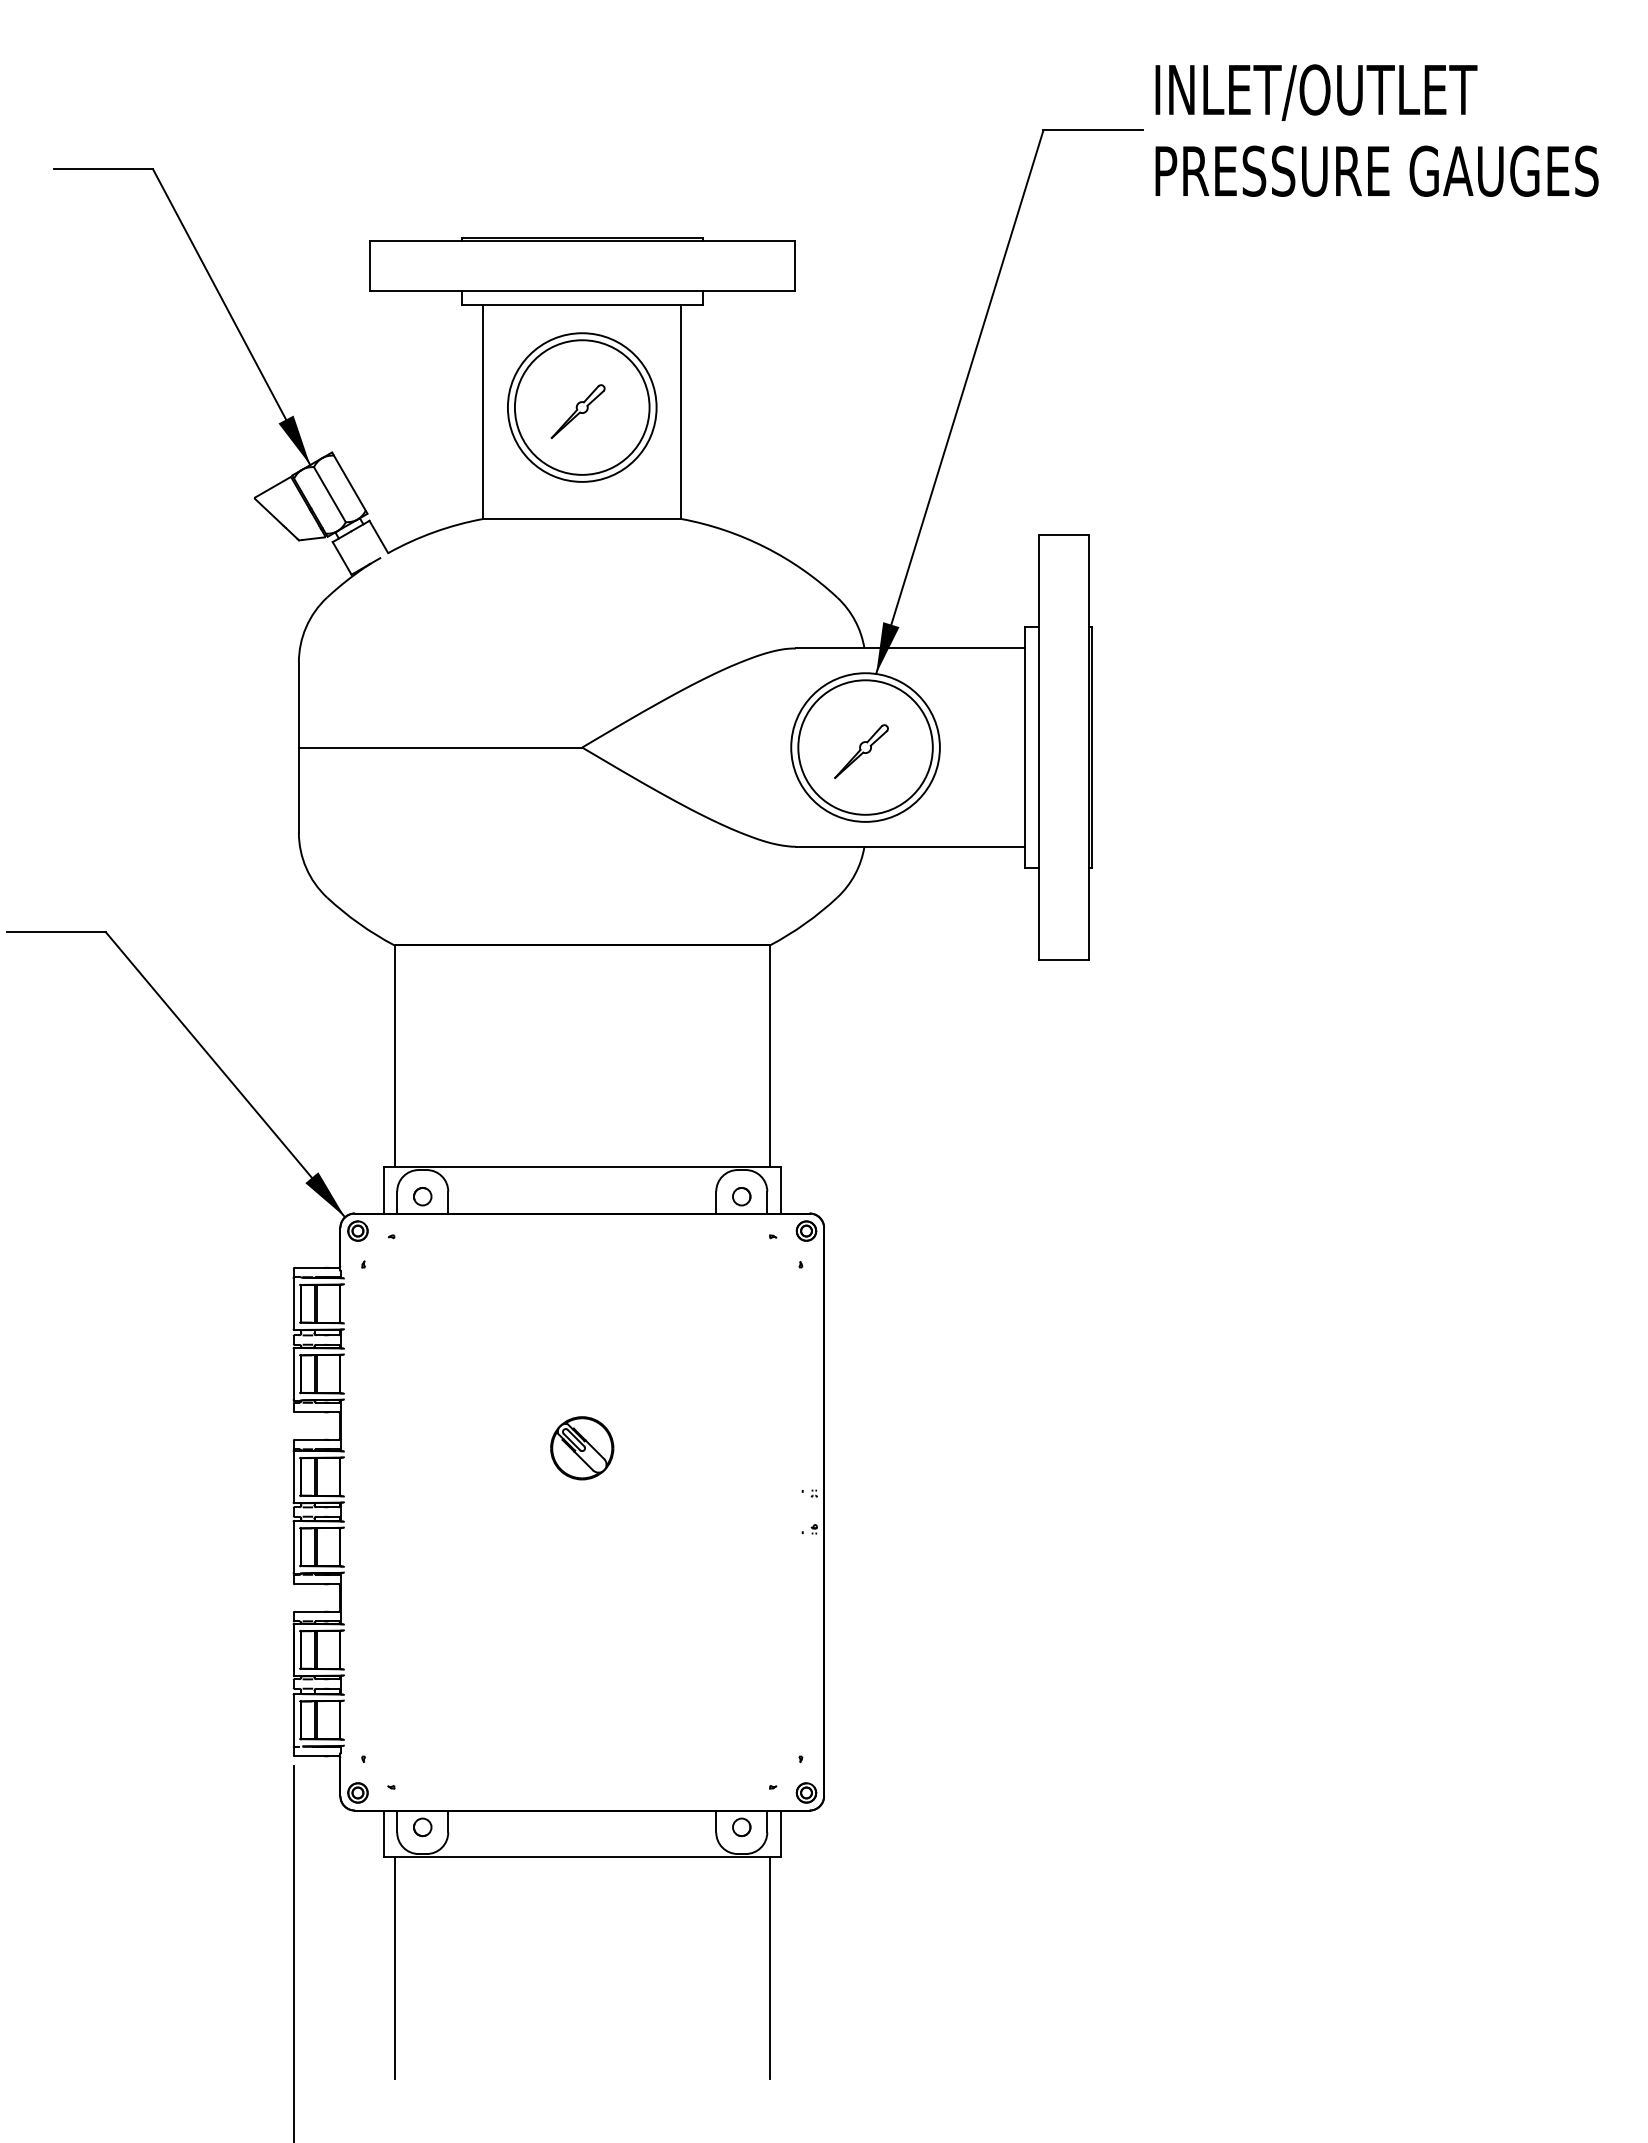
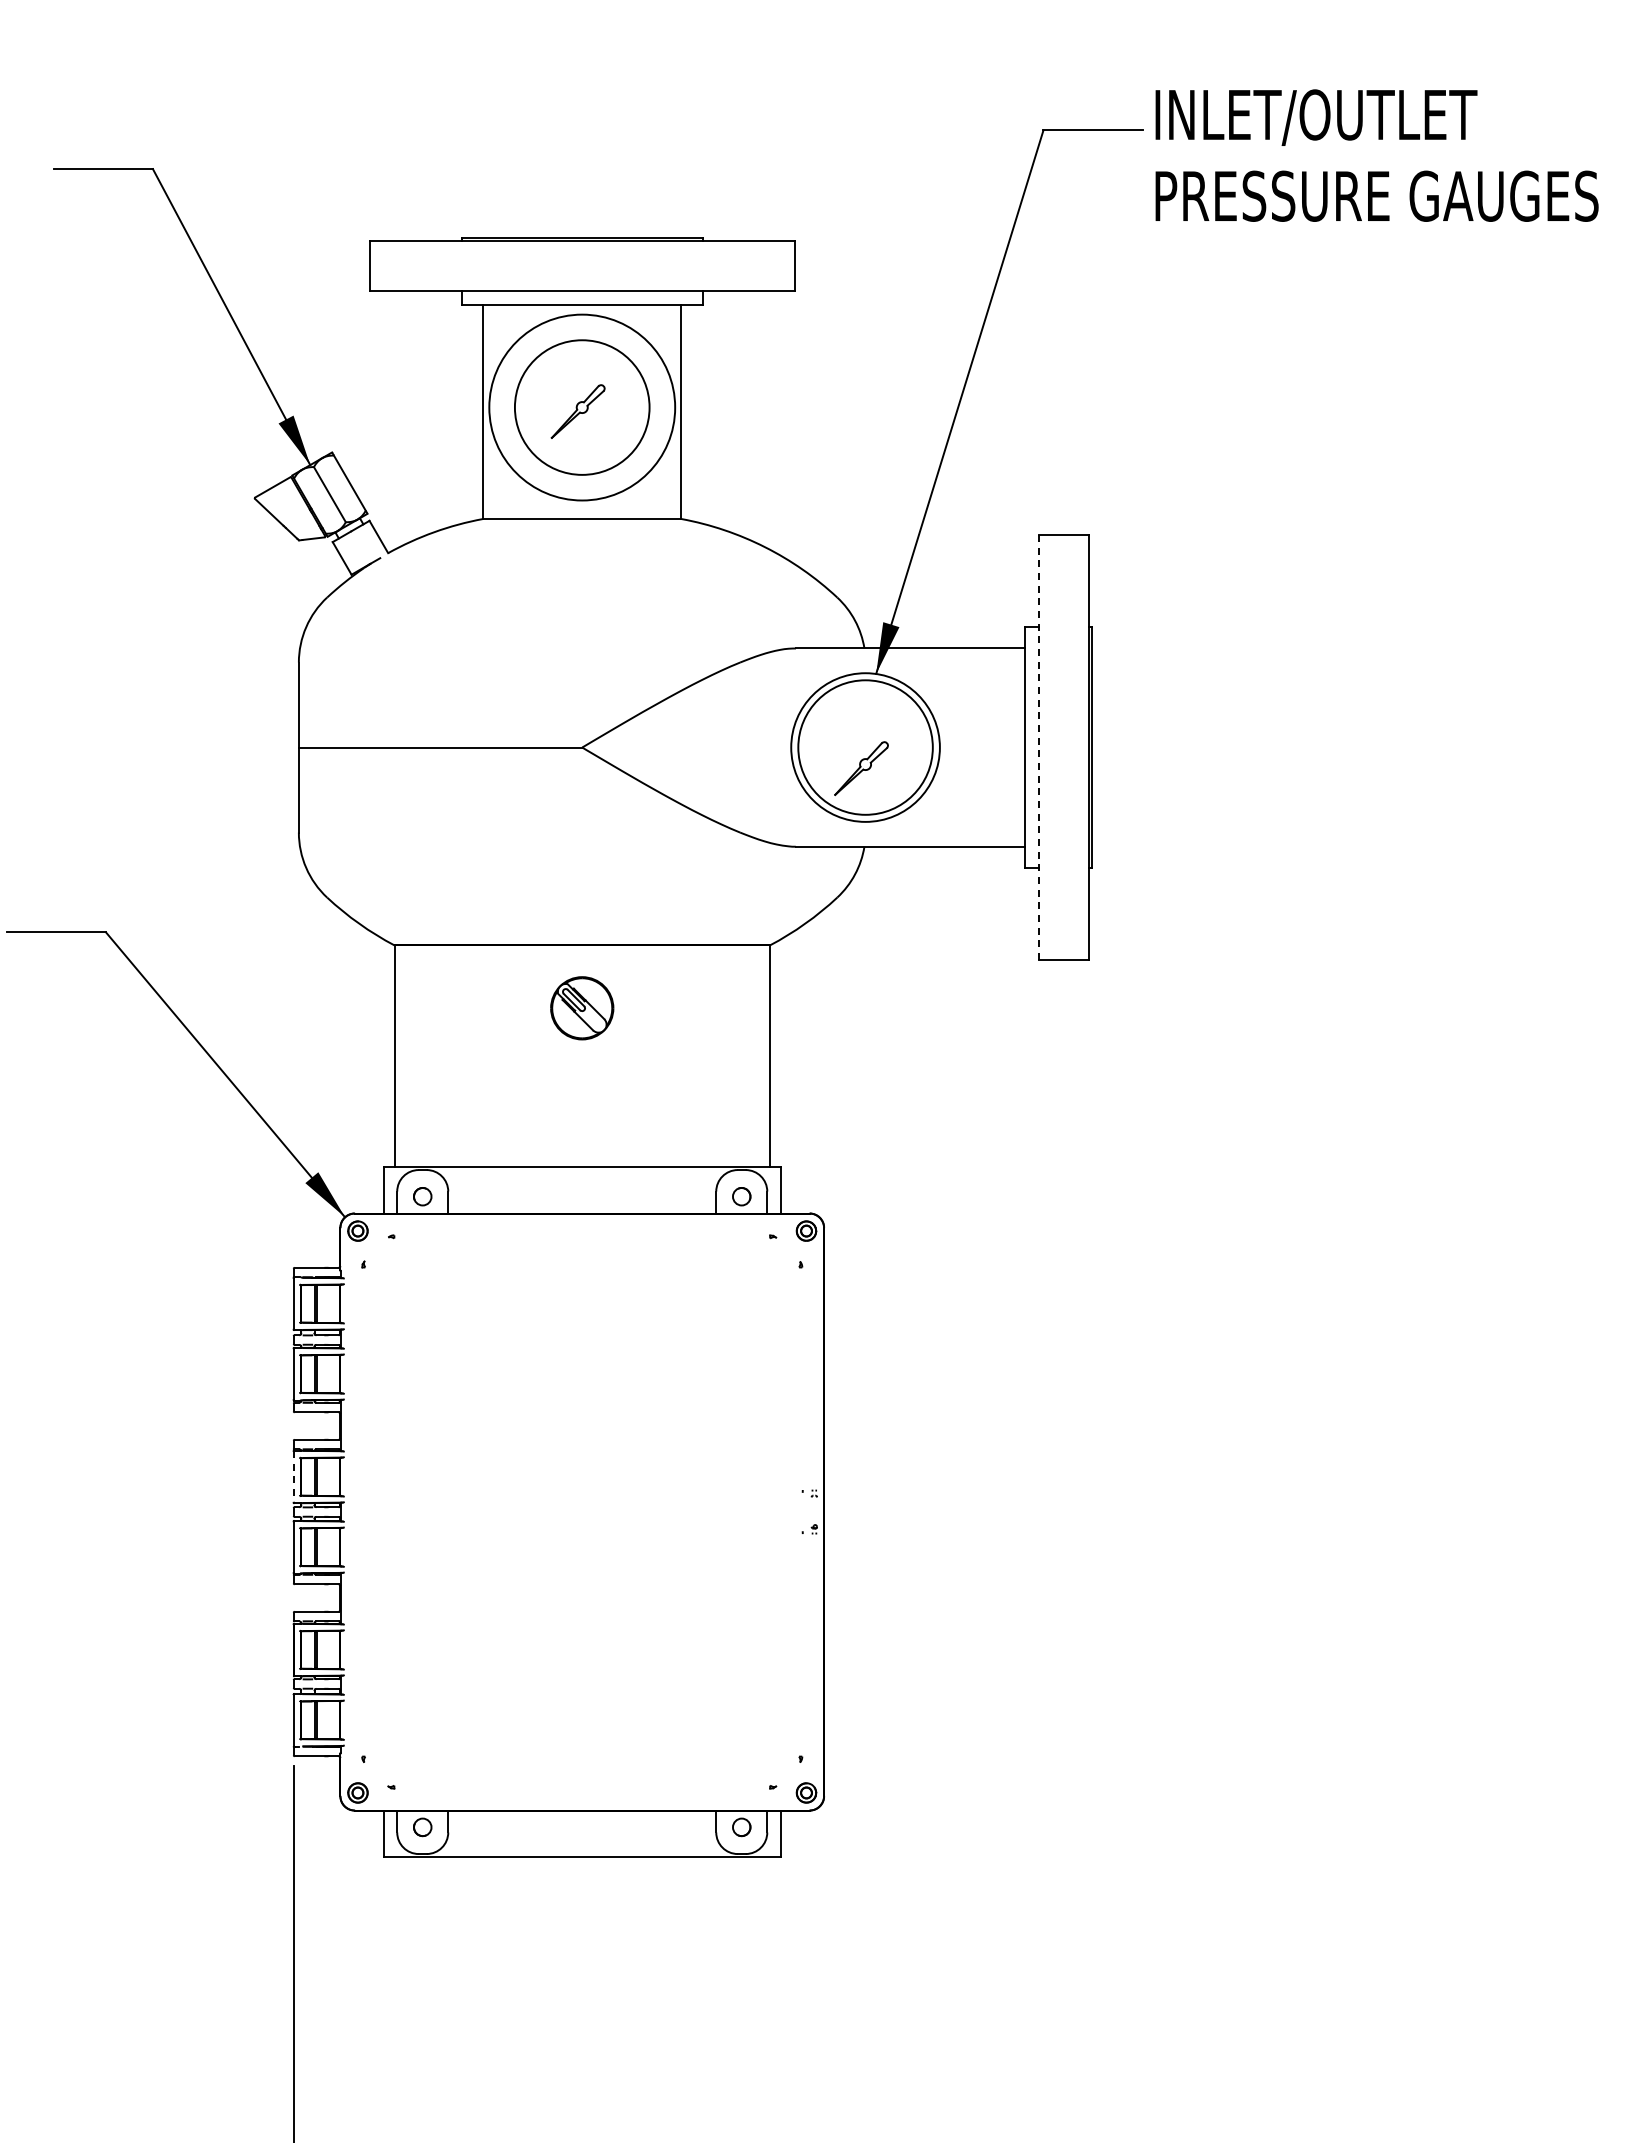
text at (1376, 130) position: (1376, 130) -> (1376, 155)
circle at (581, 407) diameter: 149 px -> 186 px
line at (1038, 747): solid -> dashed
part at (861, 751) position: (861, 751) -> (861, 768)
part at (582, 1448) position: (582, 1448) -> (582, 1008)
line at (293, 1476): solid -> dashed
line at (394, 1967): present -> none
line at (769, 1967): present -> none
